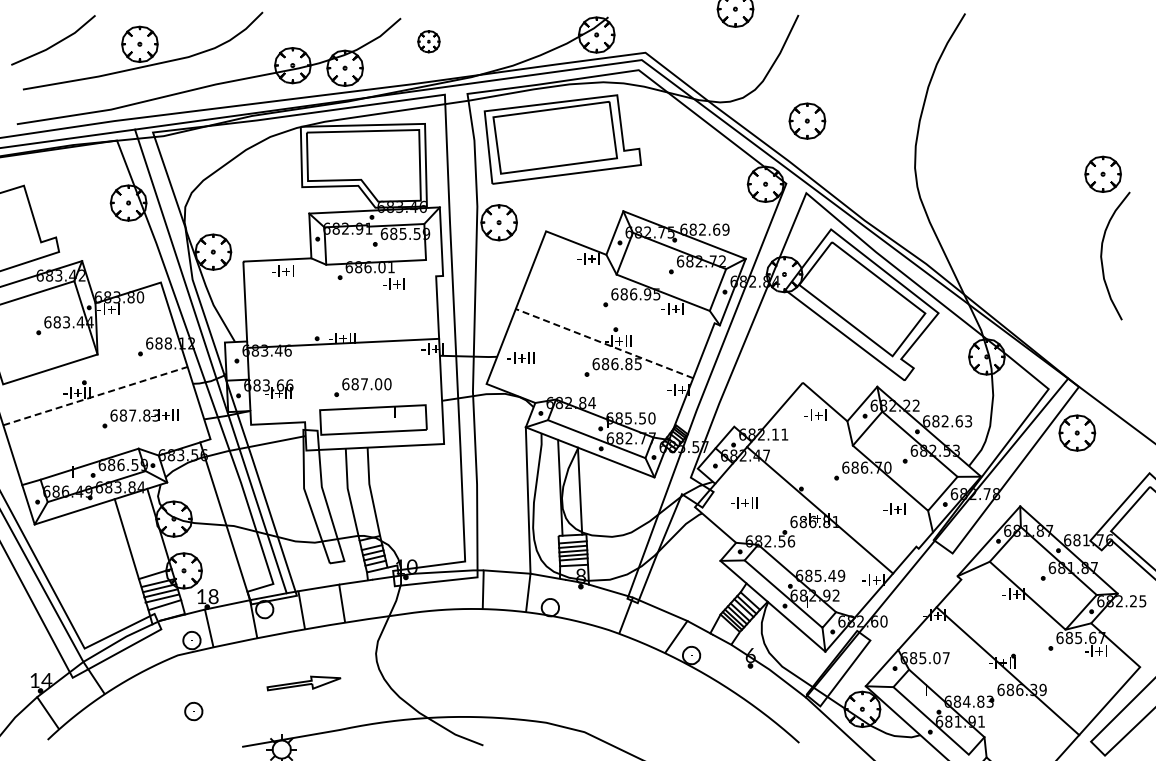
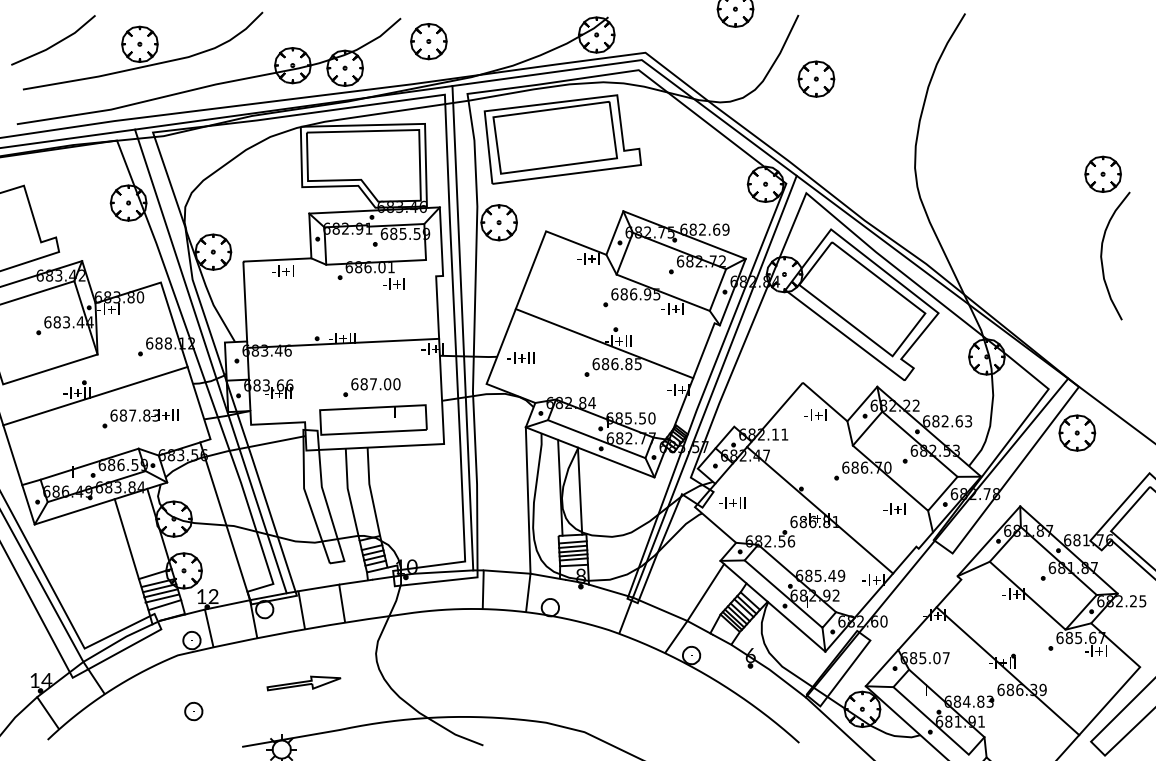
part at (428, 41) size: 24x24 px -> 38x38 px
part at (807, 120) position: (807, 120) -> (816, 78)
line at (462, 328): none -> present
line at (604, 343): dashed -> solid
line at (714, 386): none -> present
part at (362, 387) position: (362, 387) -> (371, 387)
line at (95, 396): dashed -> solid
text at (744, 502) position: (744, 502) -> (732, 502)
line at (705, 592): none -> present
text at (213, 597): 18 -> 12
